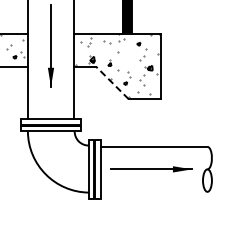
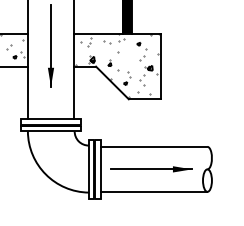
line at (112, 82): dashed -> solid
line at (154, 192): none -> present
